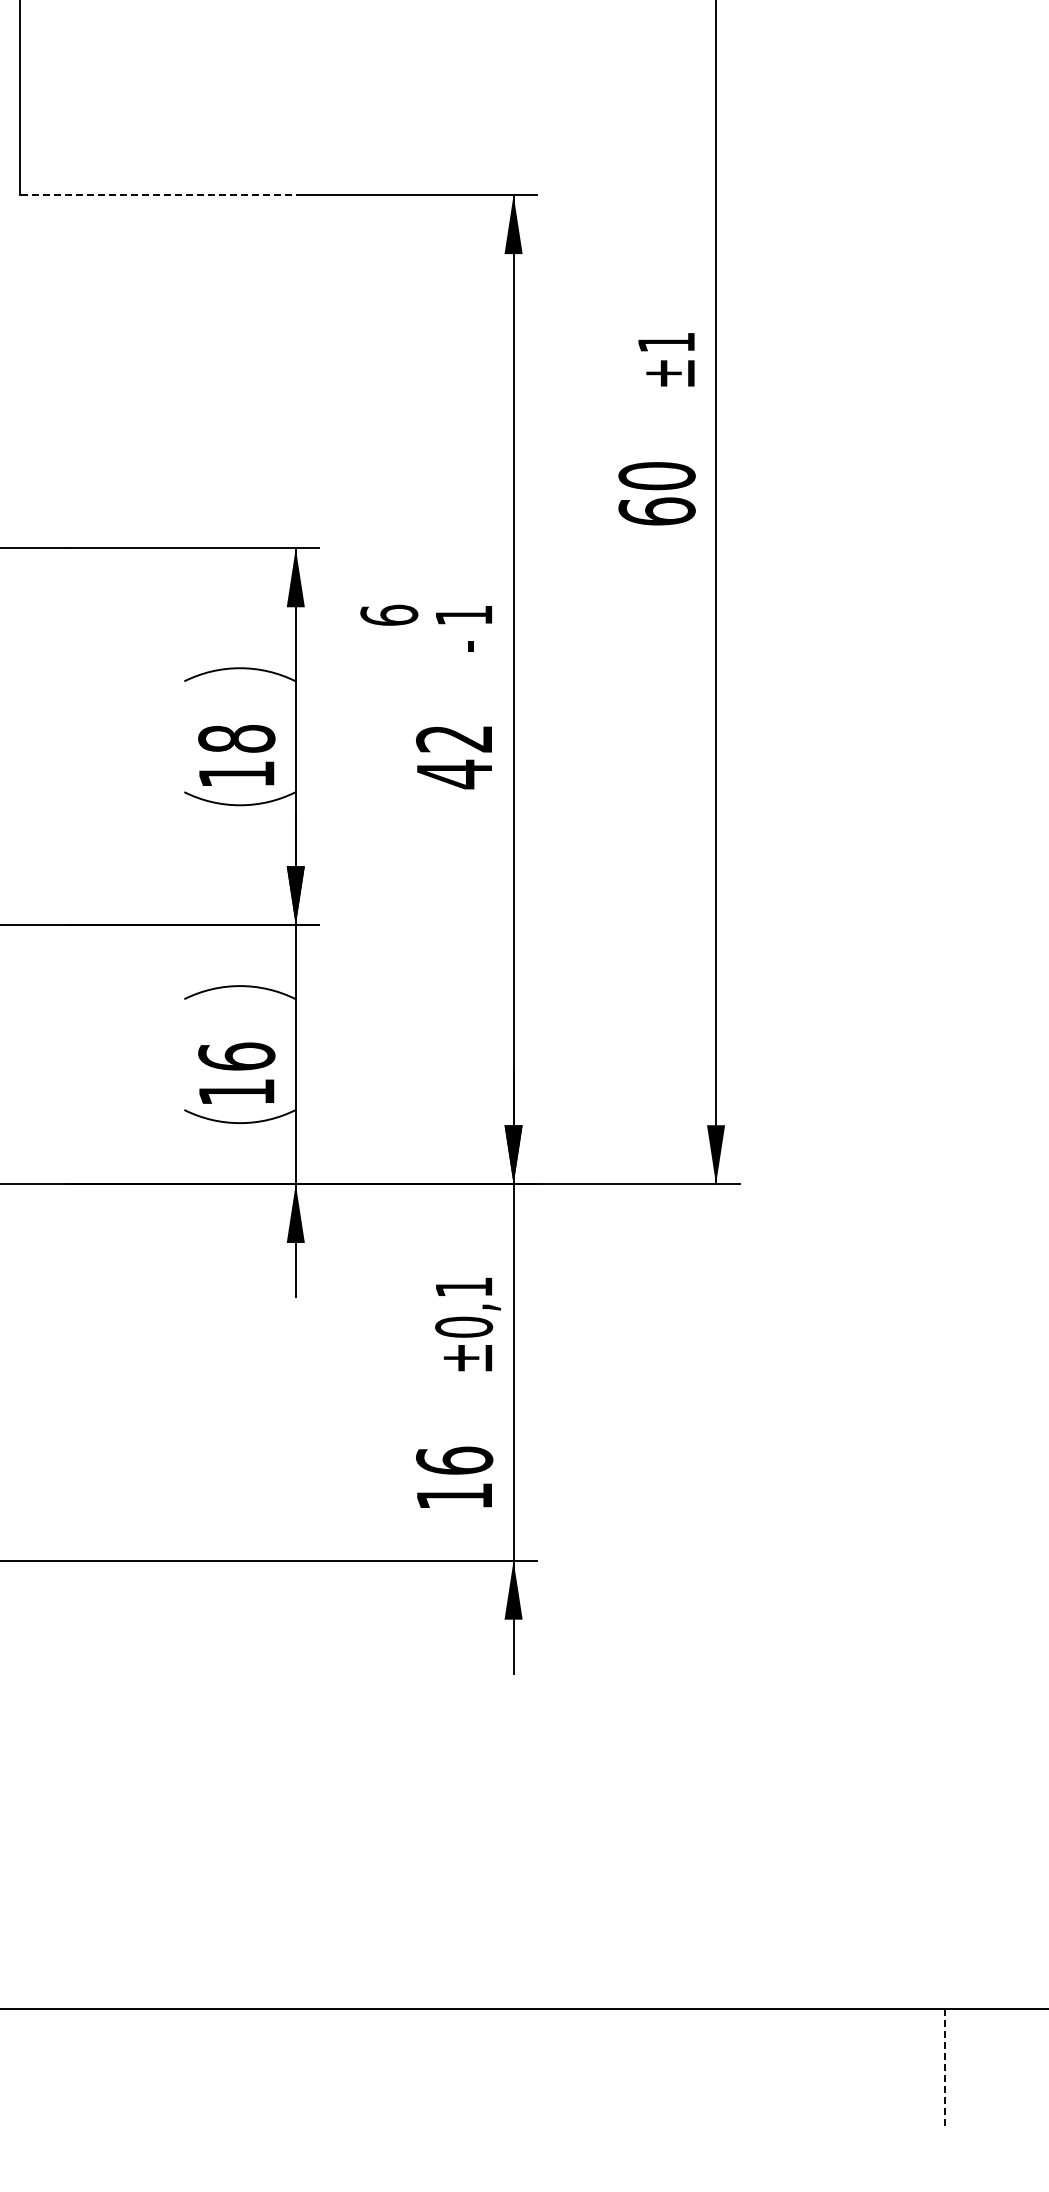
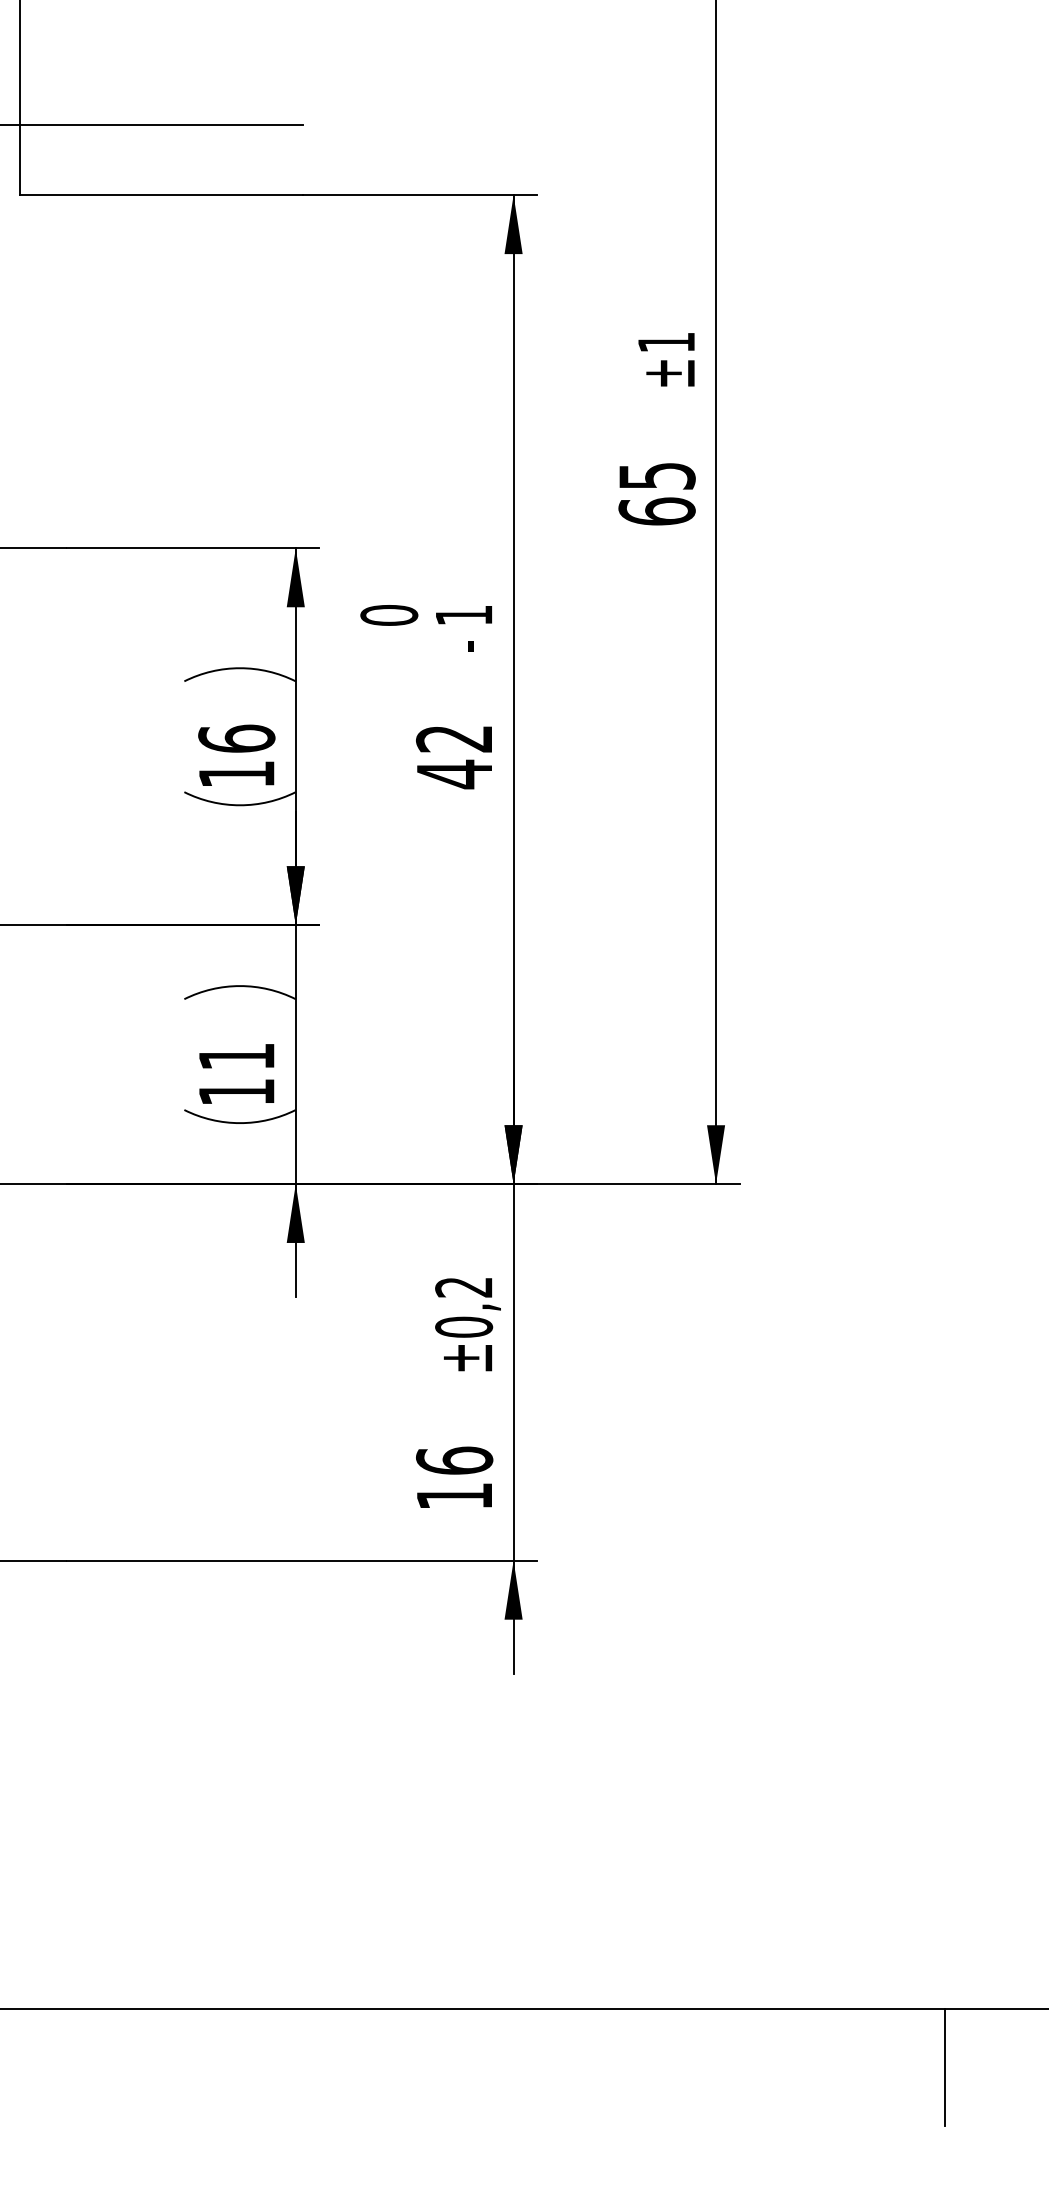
line at (152, 124): none -> present
line at (160, 195): dashed -> solid
text at (656, 476): 60 -> 65
text at (389, 614): 6 -> 0
text at (236, 738): 18 -> 16
text at (236, 1056): 16 -> 11
text at (463, 1287): ±0,1 -> ±0,2
line at (944, 2067): dashed -> solid
